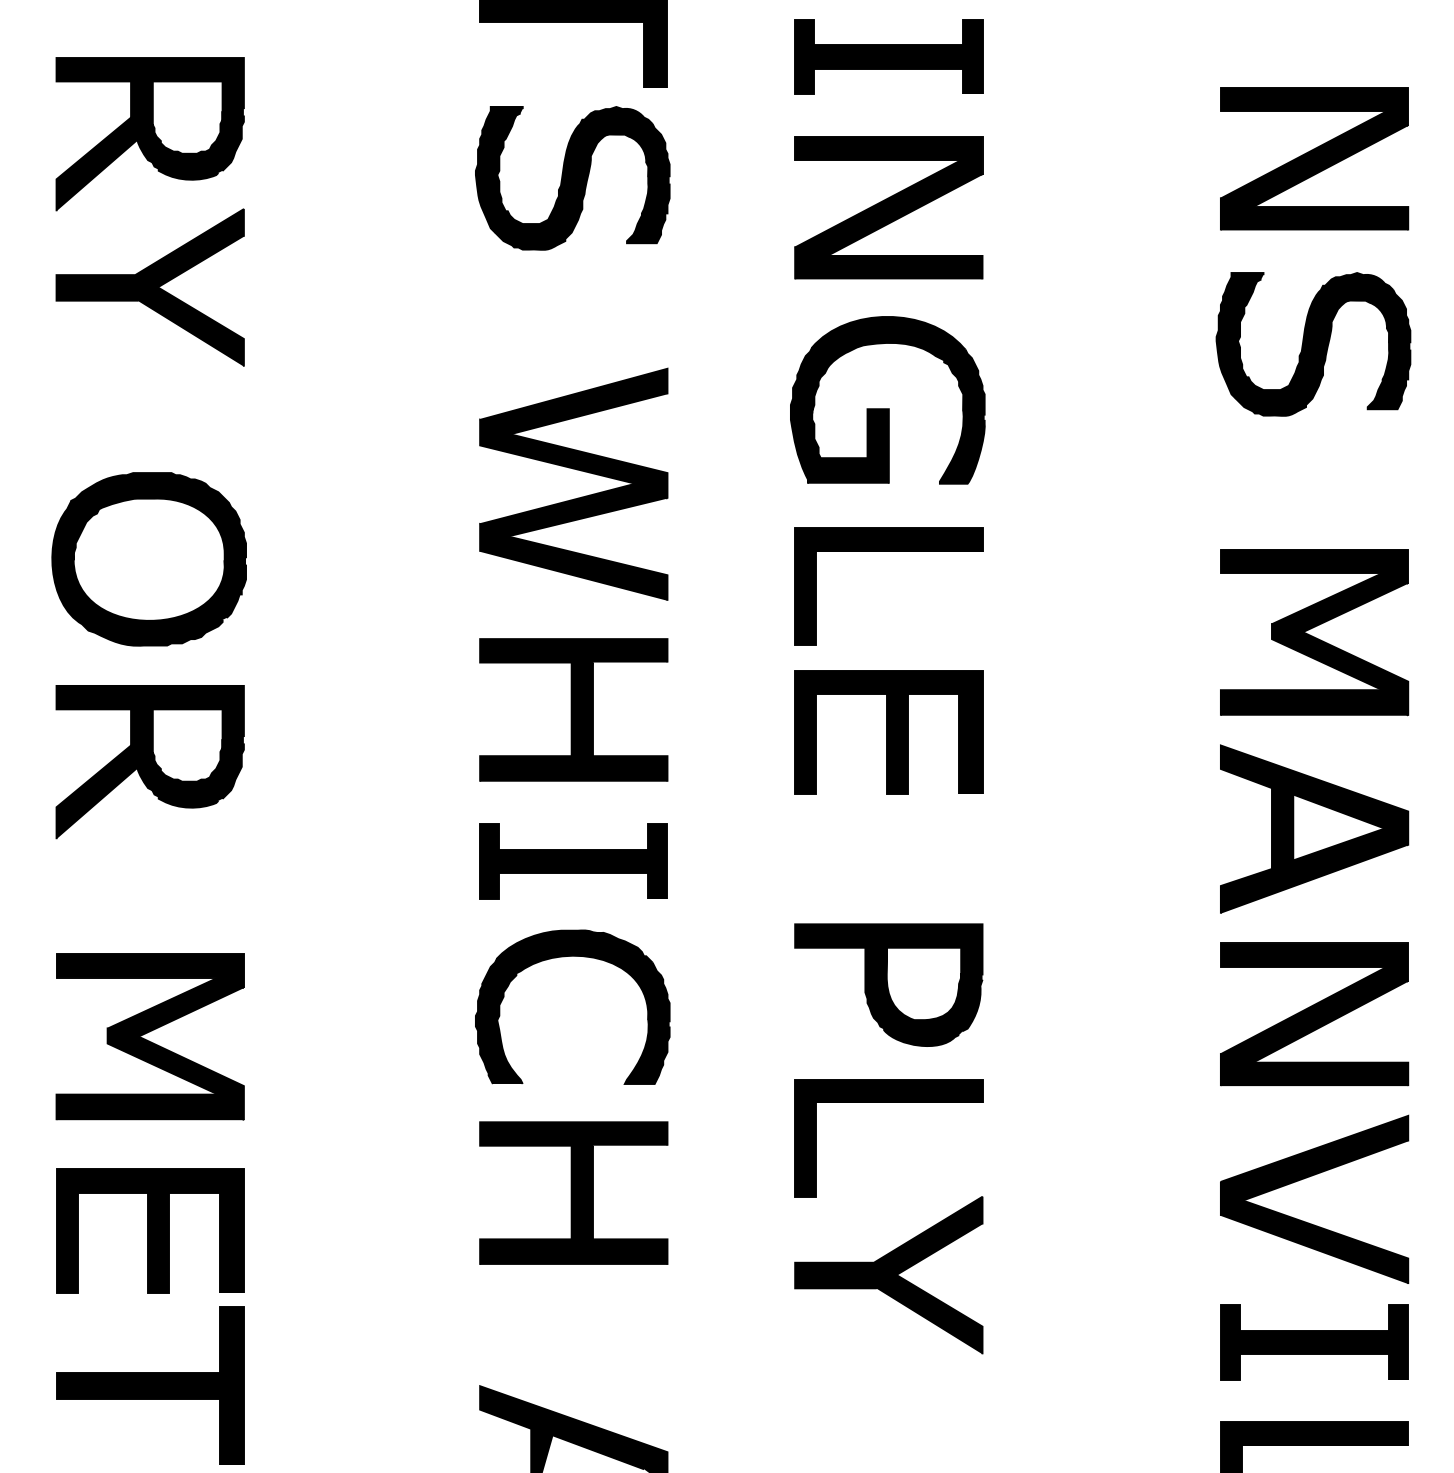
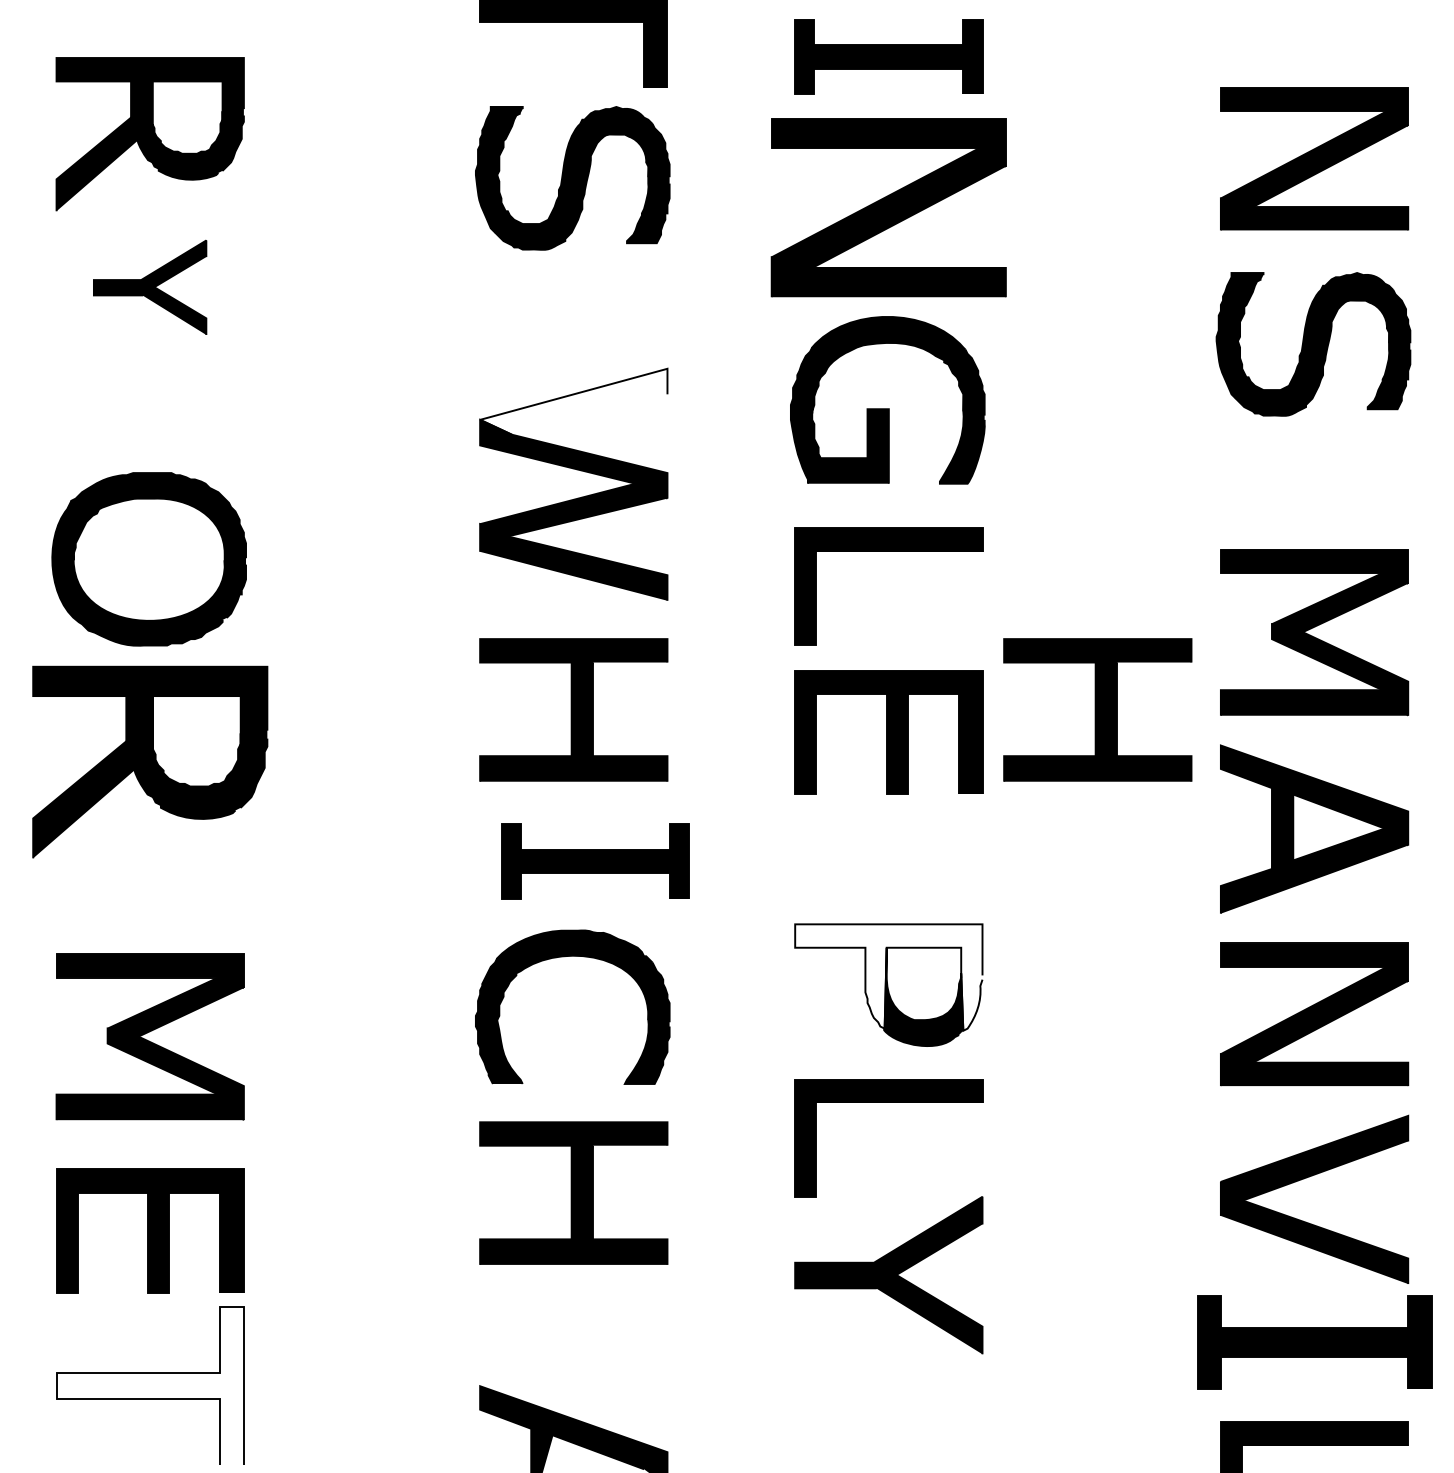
part at (888, 207) size: 190x144 px -> 237x180 px
part at (149, 287) size: 190x159 px -> 115x96 px
fill at (573, 401): present -> none
part at (1097, 709): none -> present
part at (149, 762) size: 190x155 px -> 237x194 px
part at (573, 861) position: (573, 861) -> (595, 861)
fill at (888, 977): present -> none
part at (1314, 1342) size: 189x77 px -> 236x95 px
fill at (149, 1385): present -> none
